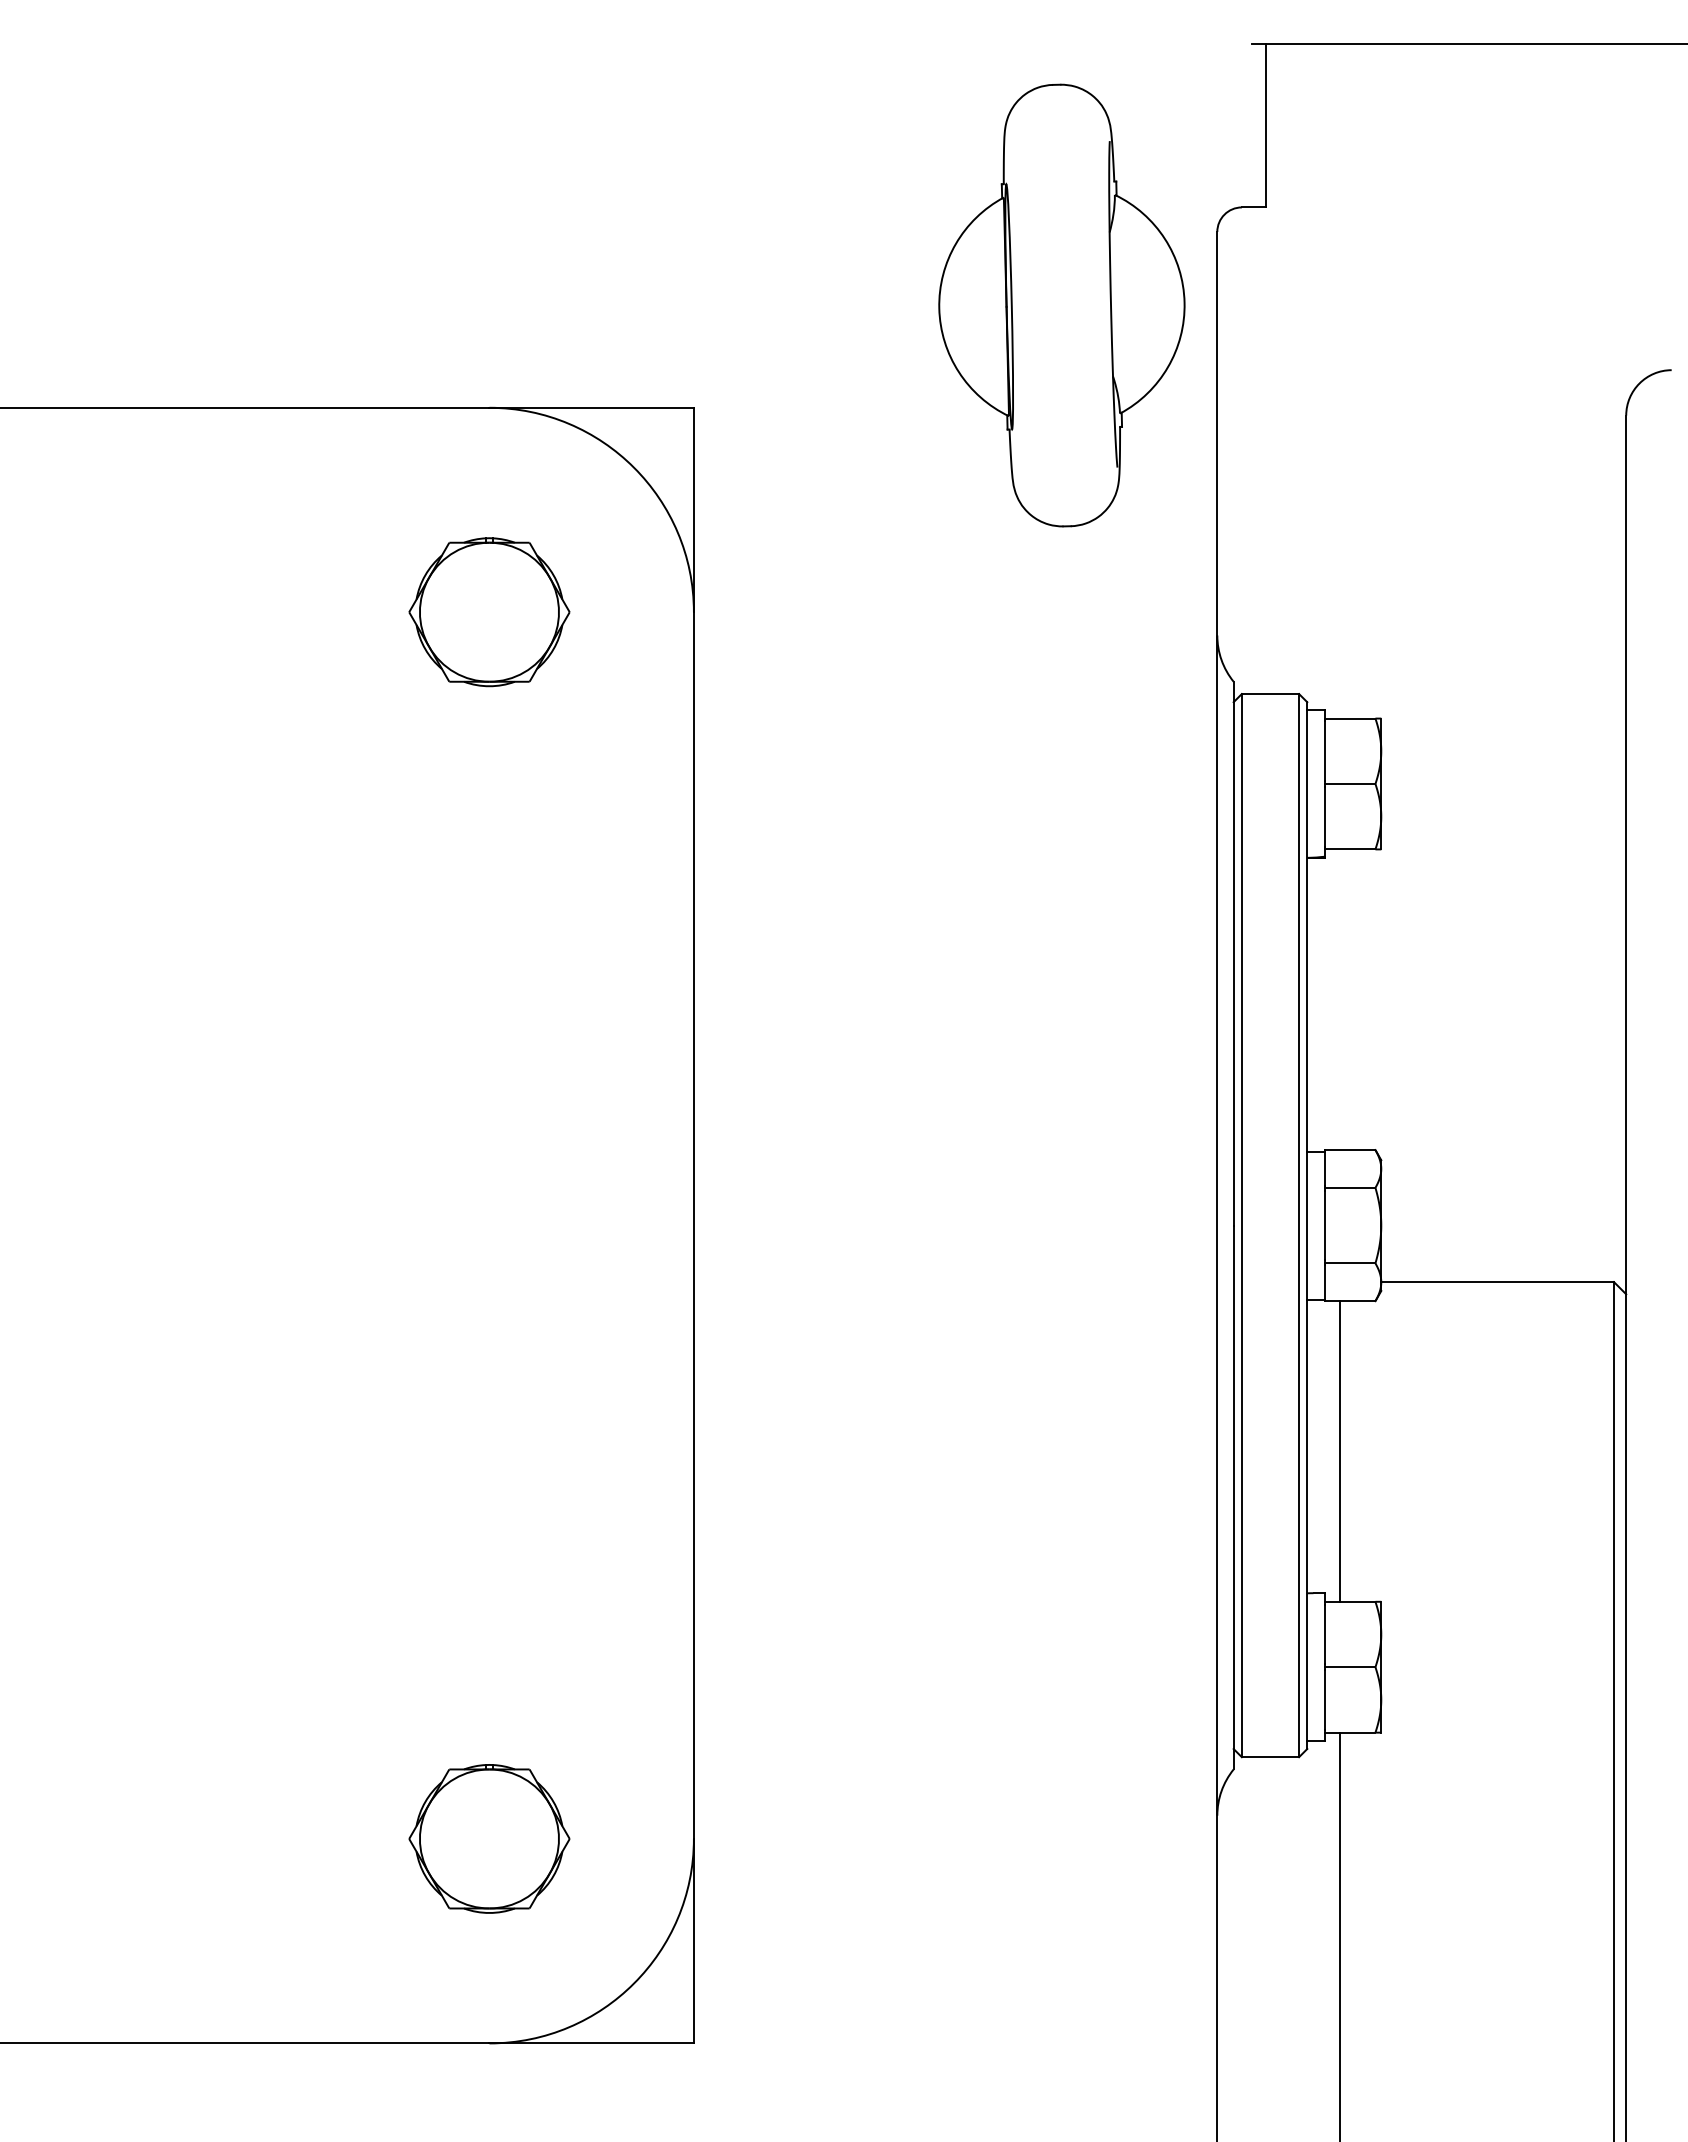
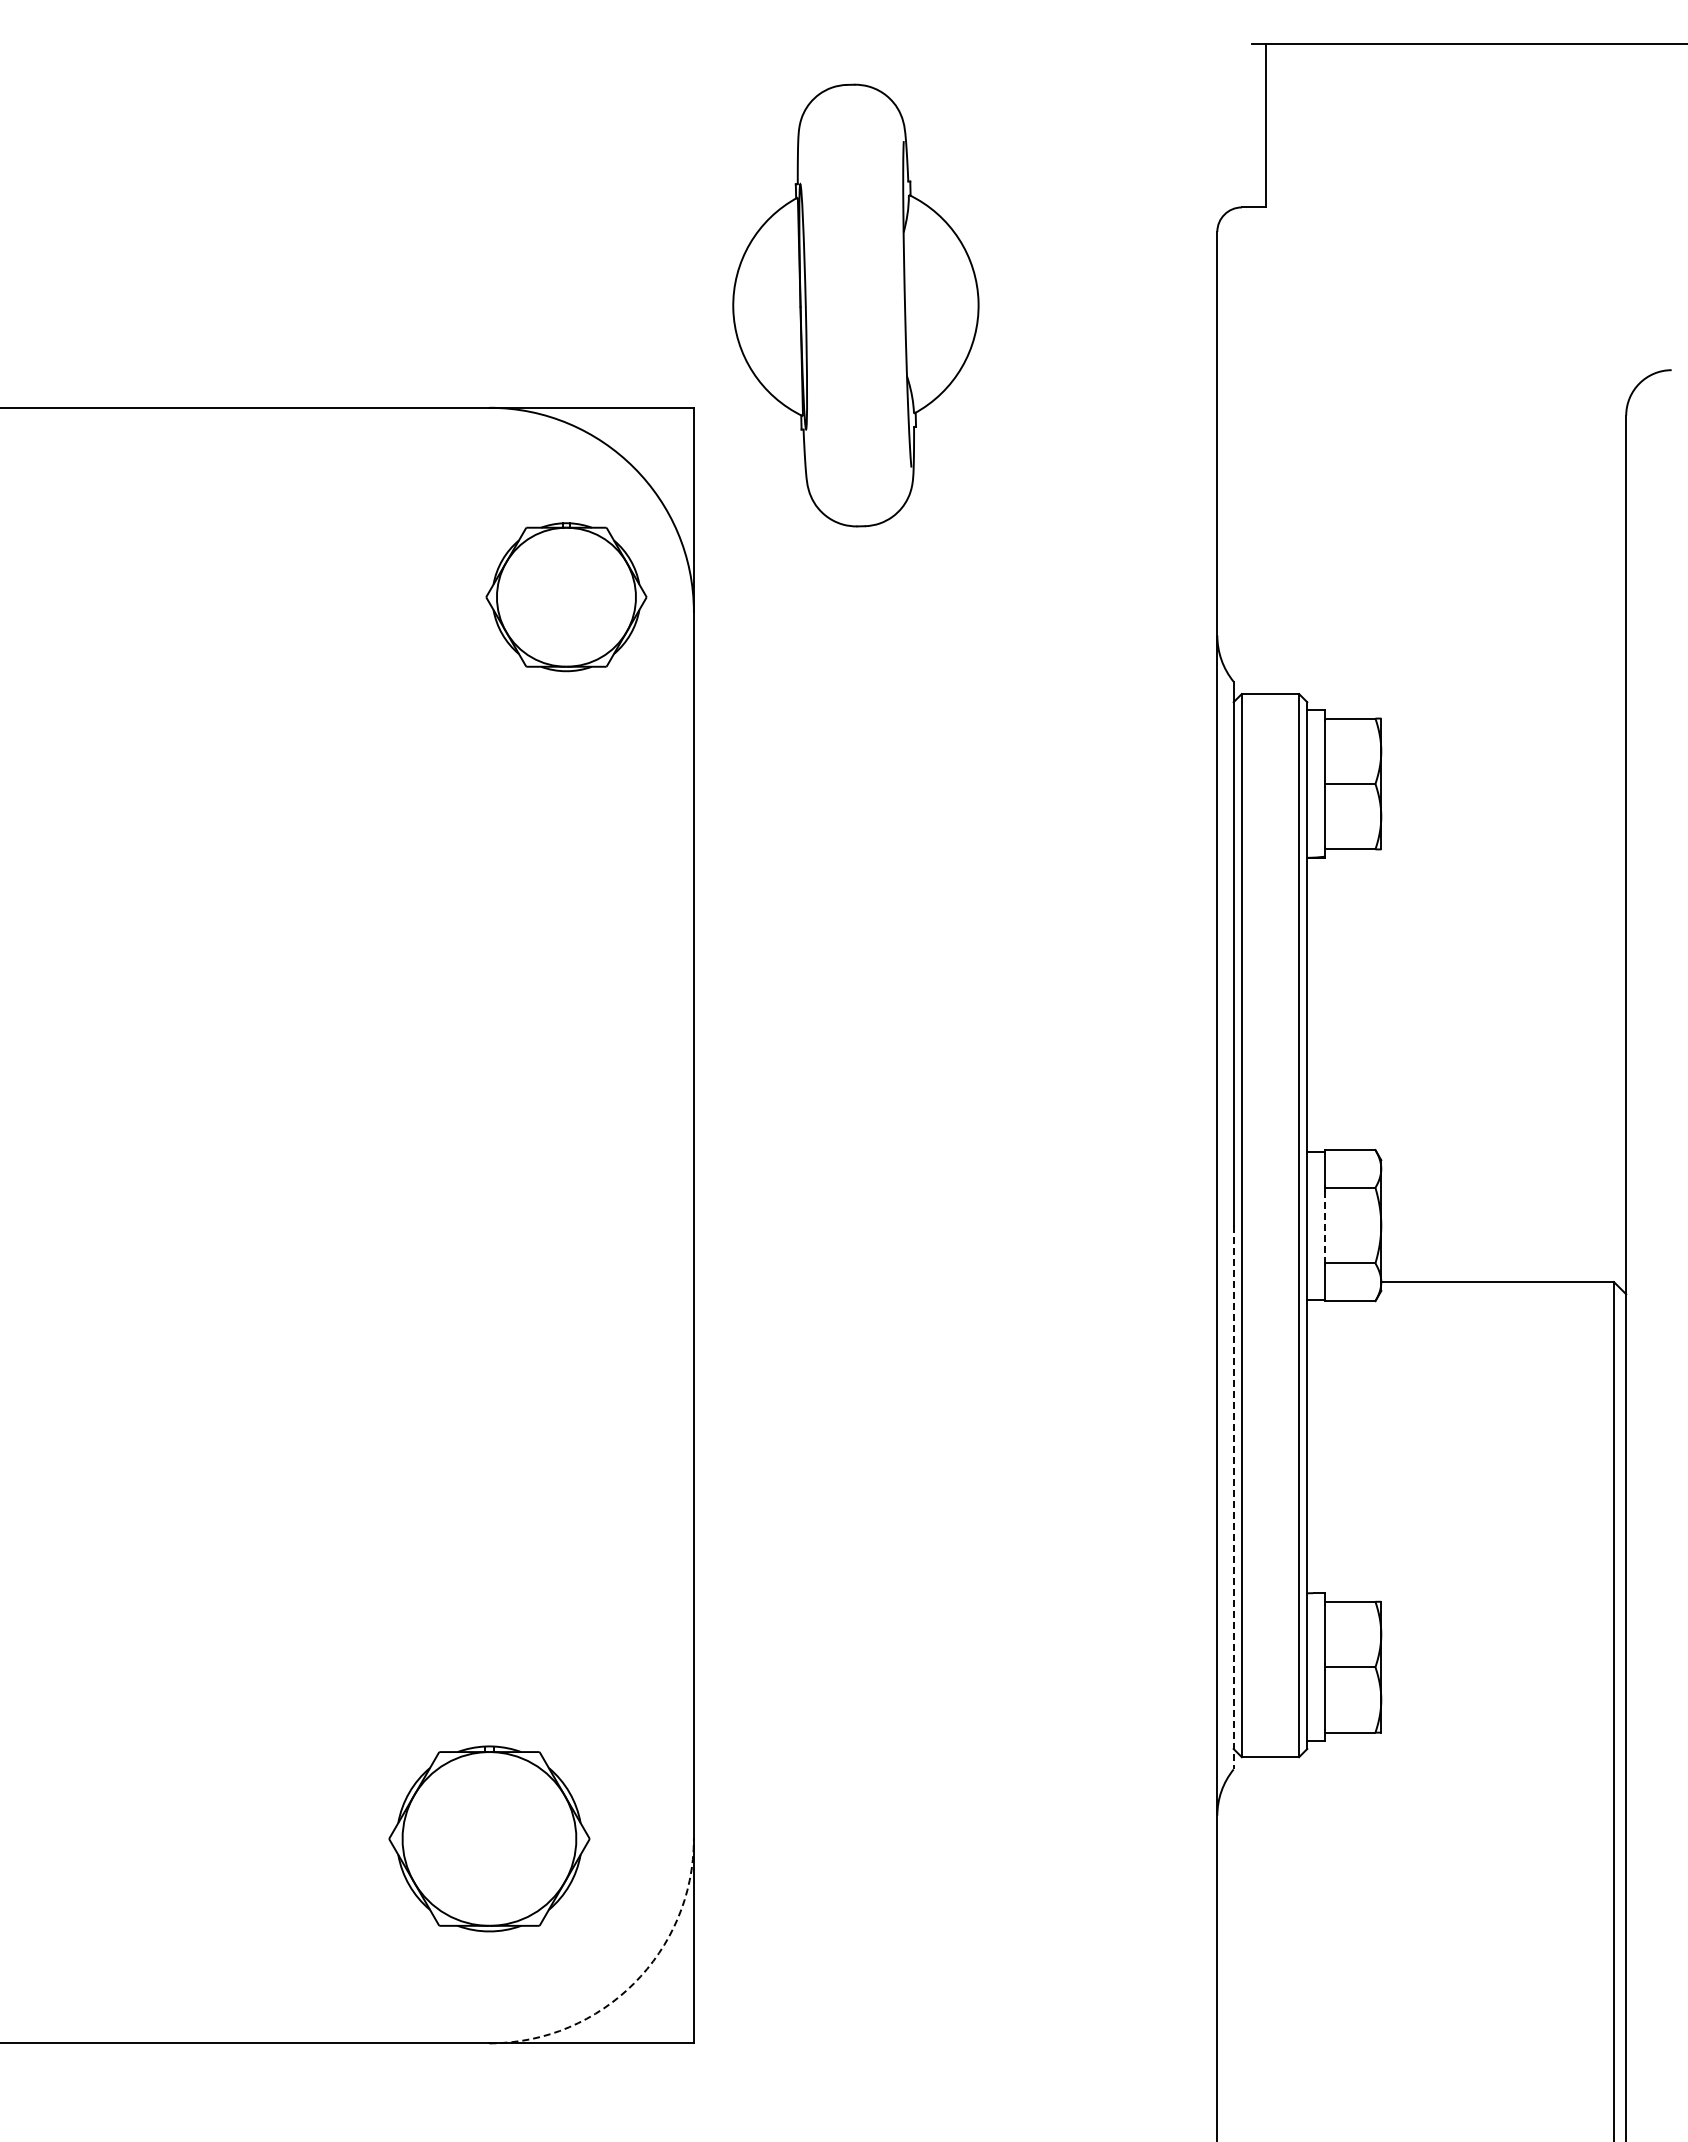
part at (1061, 305) position: (1061, 305) -> (855, 305)
part at (489, 612) position: (489, 612) -> (566, 597)
line at (1325, 1225): solid -> dashed
line at (1339, 1451): present -> none
line at (1233, 1497): solid -> dashed
part at (489, 1838) size: 163x150 px -> 203x188 px
line at (1339, 1935): present -> none
arc at (634, 1983): solid -> dashed
